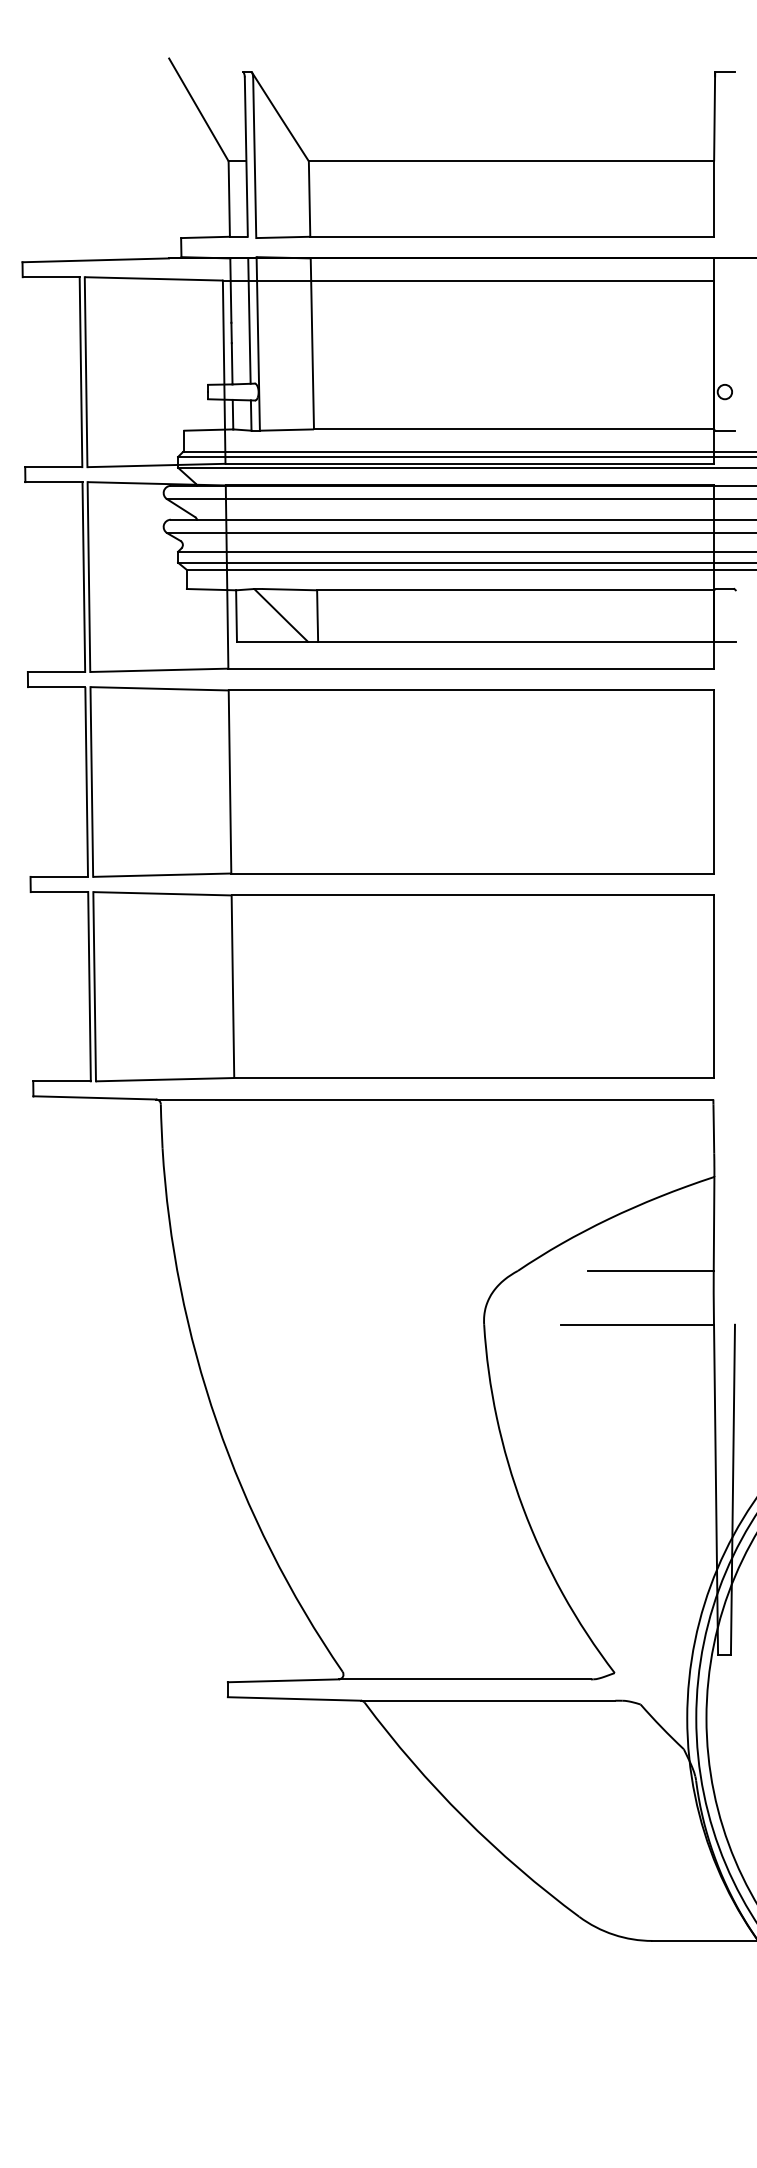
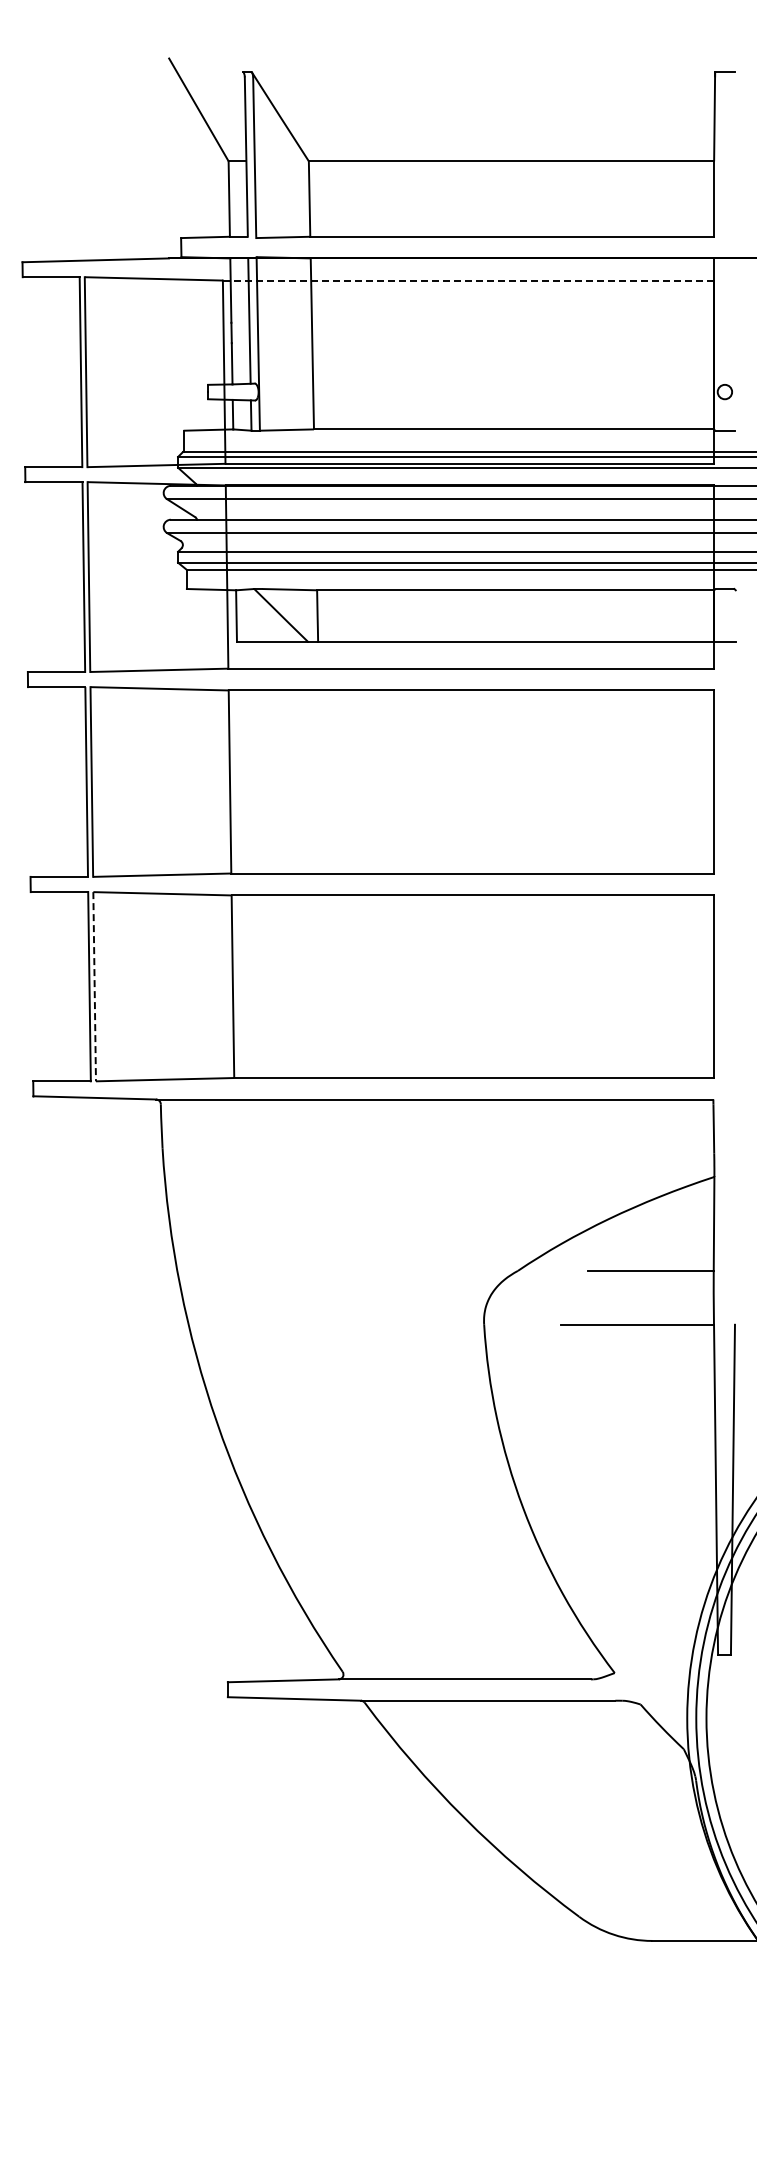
line at (468, 280): solid -> dashed
line at (94, 986): solid -> dashed
